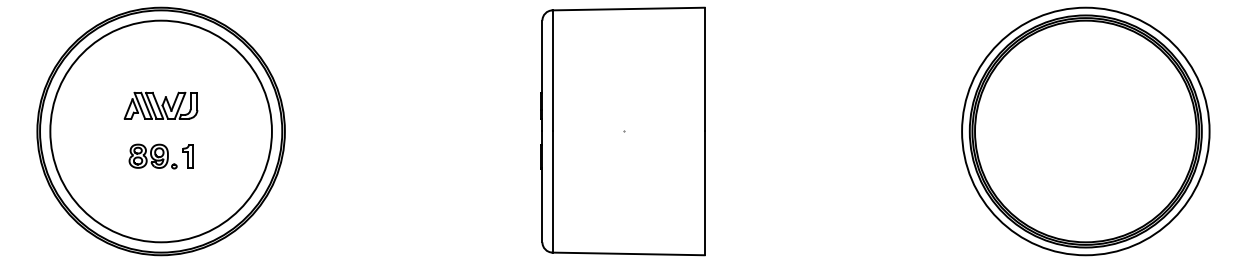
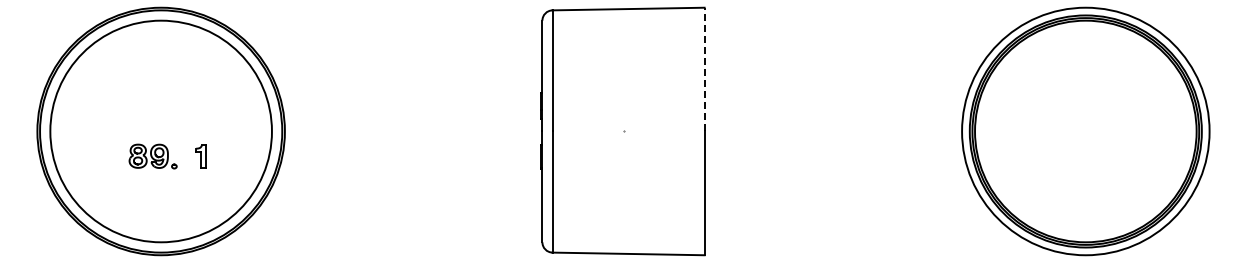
line at (704, 69): solid -> dashed
part at (160, 105): present -> none
part at (187, 156) position: (187, 156) -> (200, 156)
